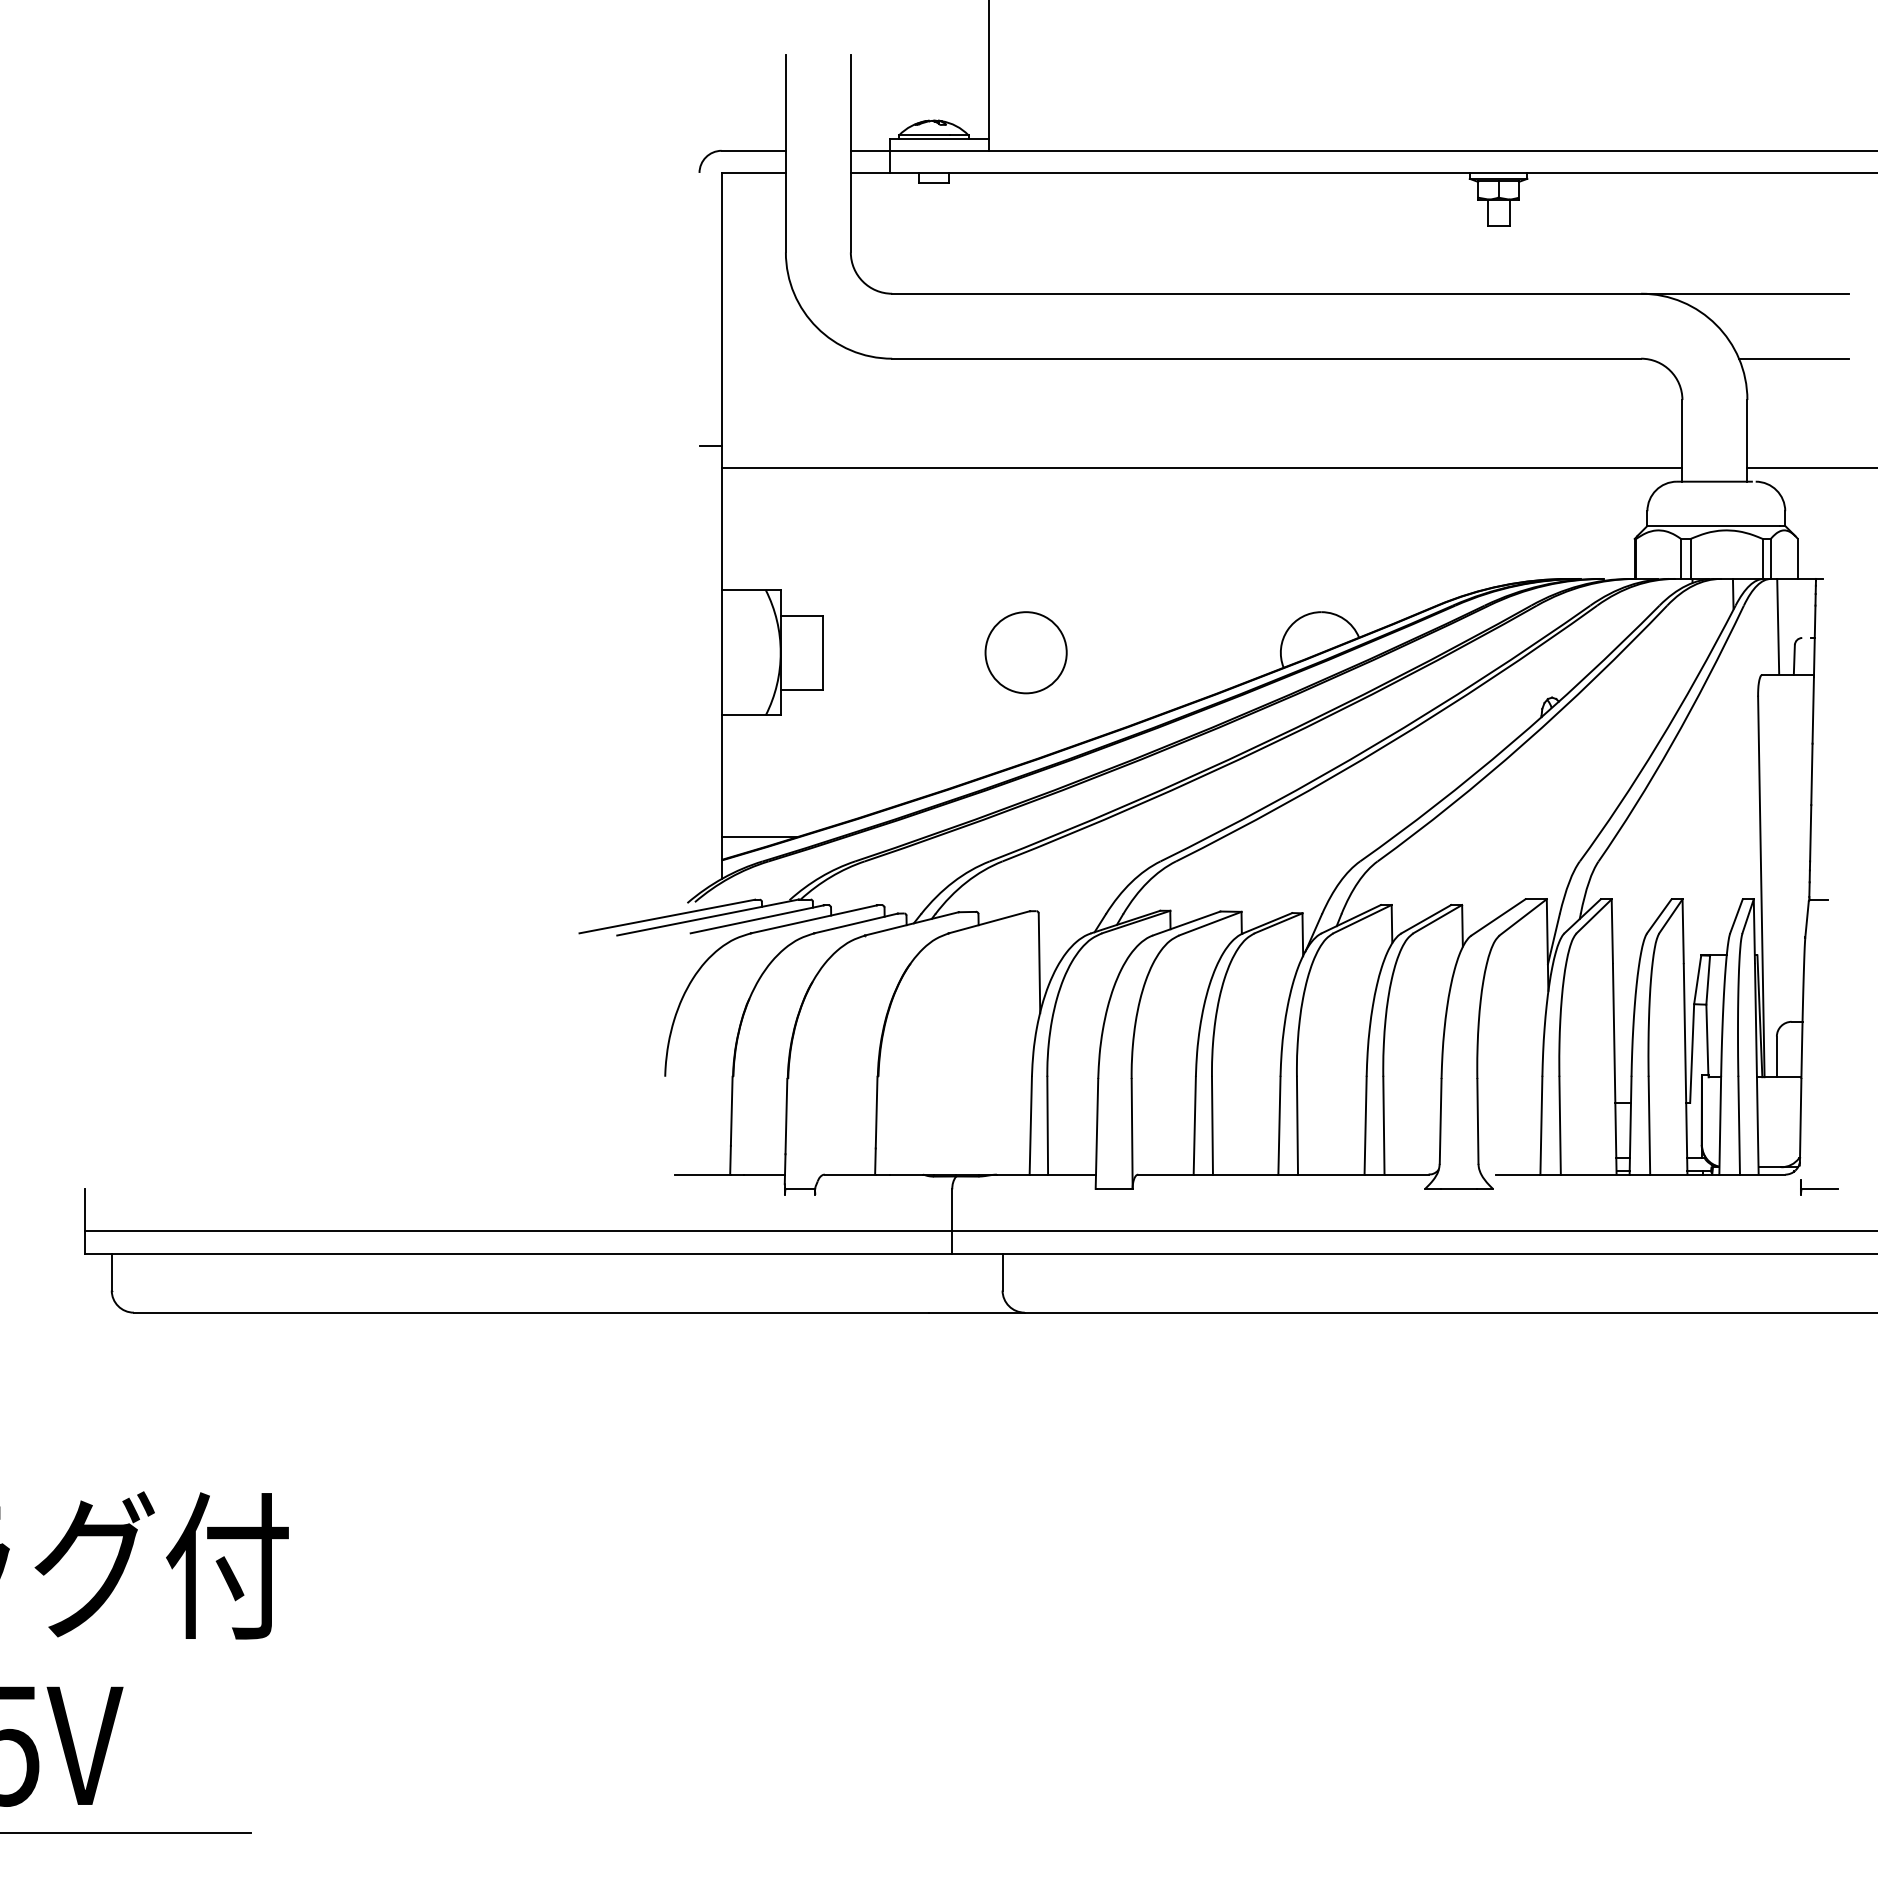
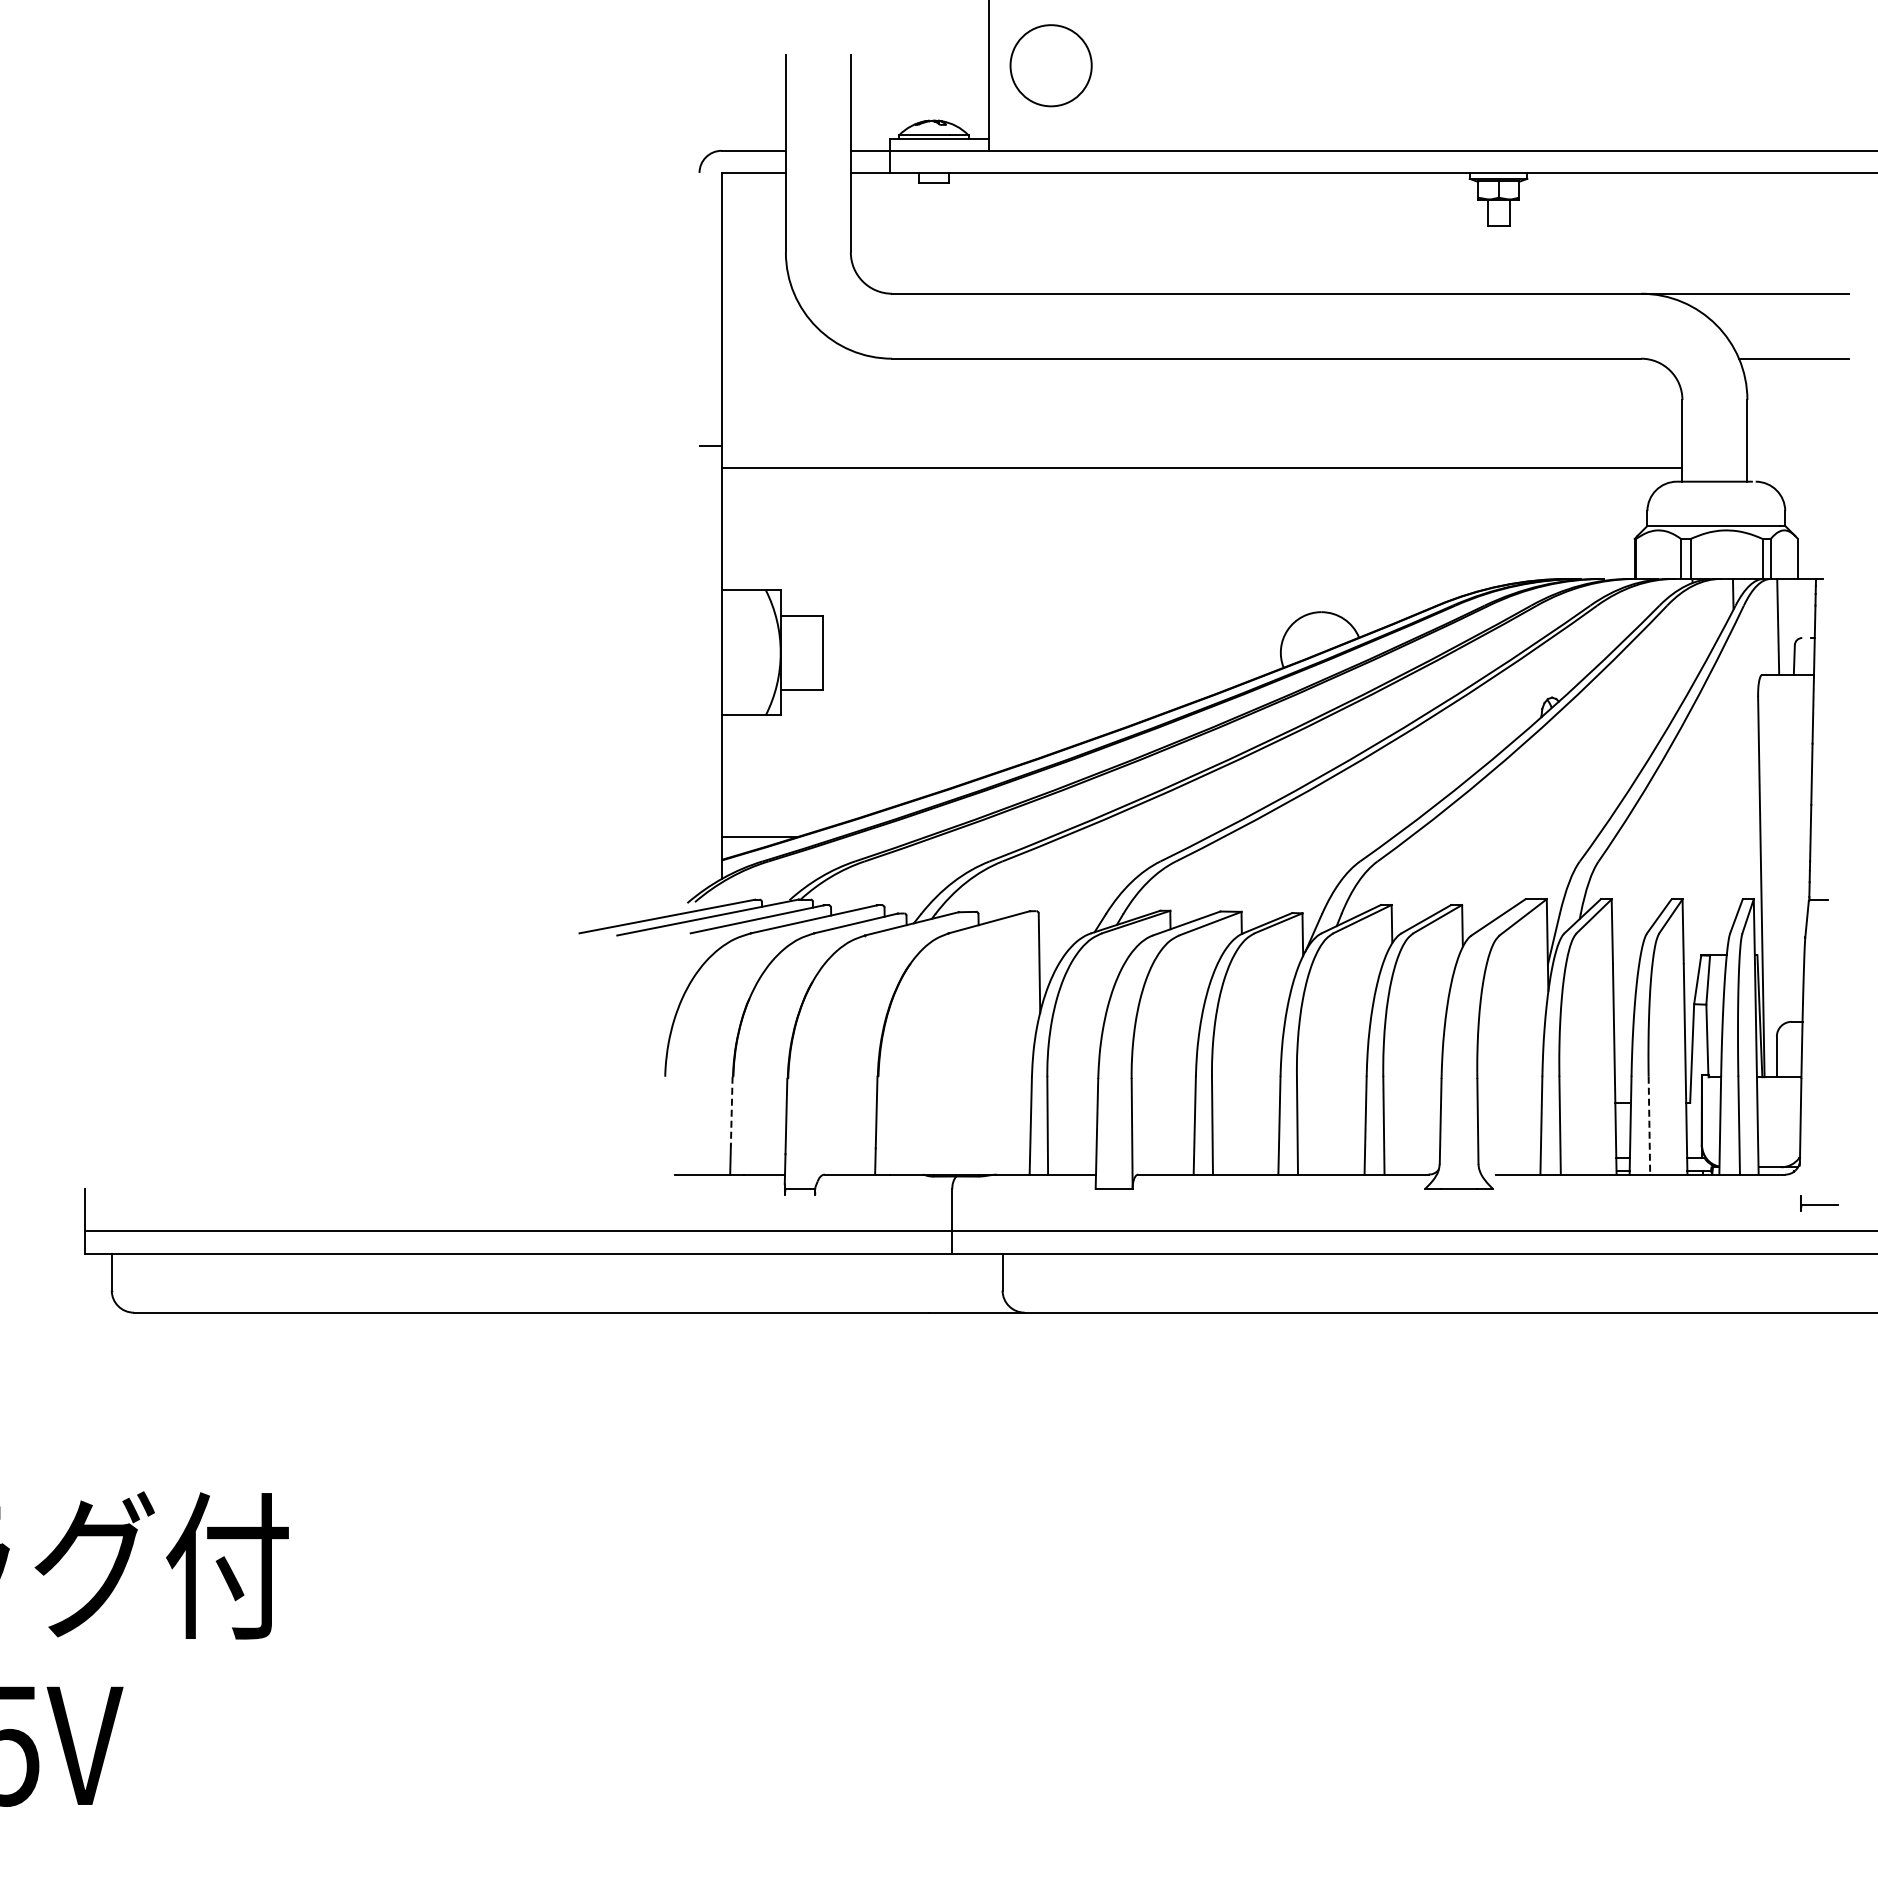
line at (1810, 468): present -> none
circle at (1025, 652) position: (1025, 652) -> (1050, 65)
line at (731, 1111): solid -> dashed
line at (1649, 1125): solid -> dashed
part at (1819, 1187) position: (1819, 1187) -> (1819, 1203)
line at (126, 1833): present -> none
